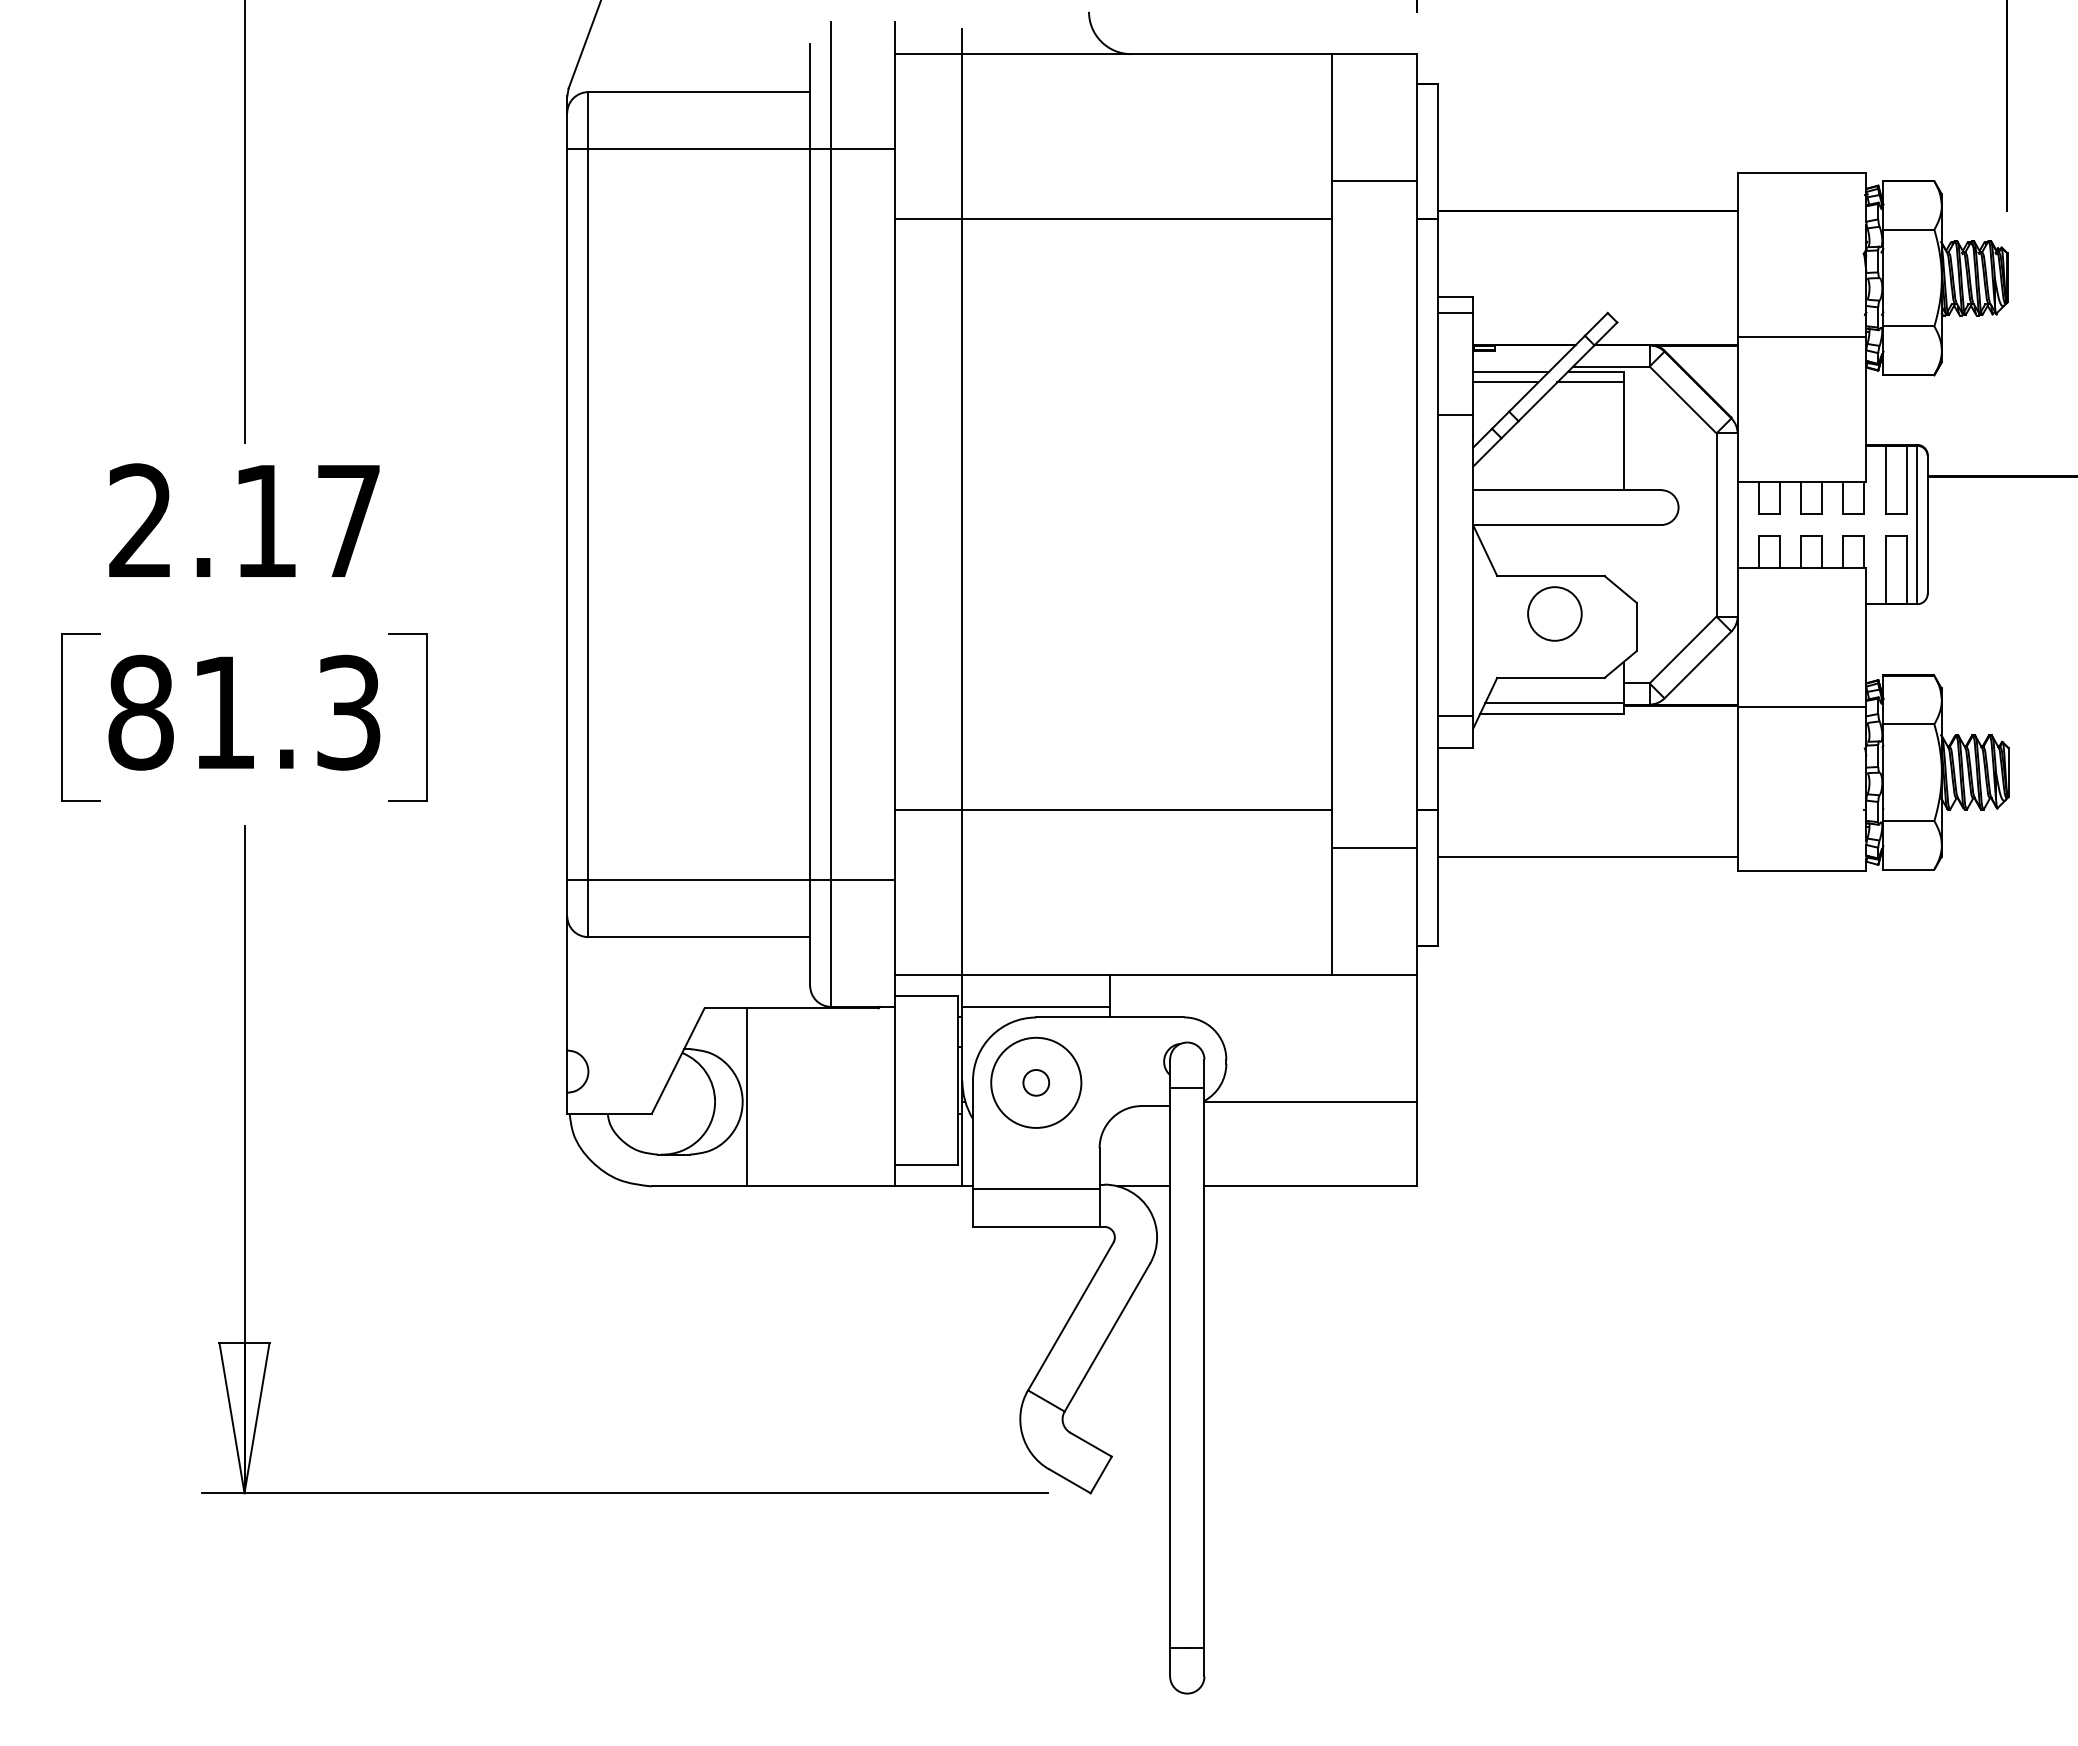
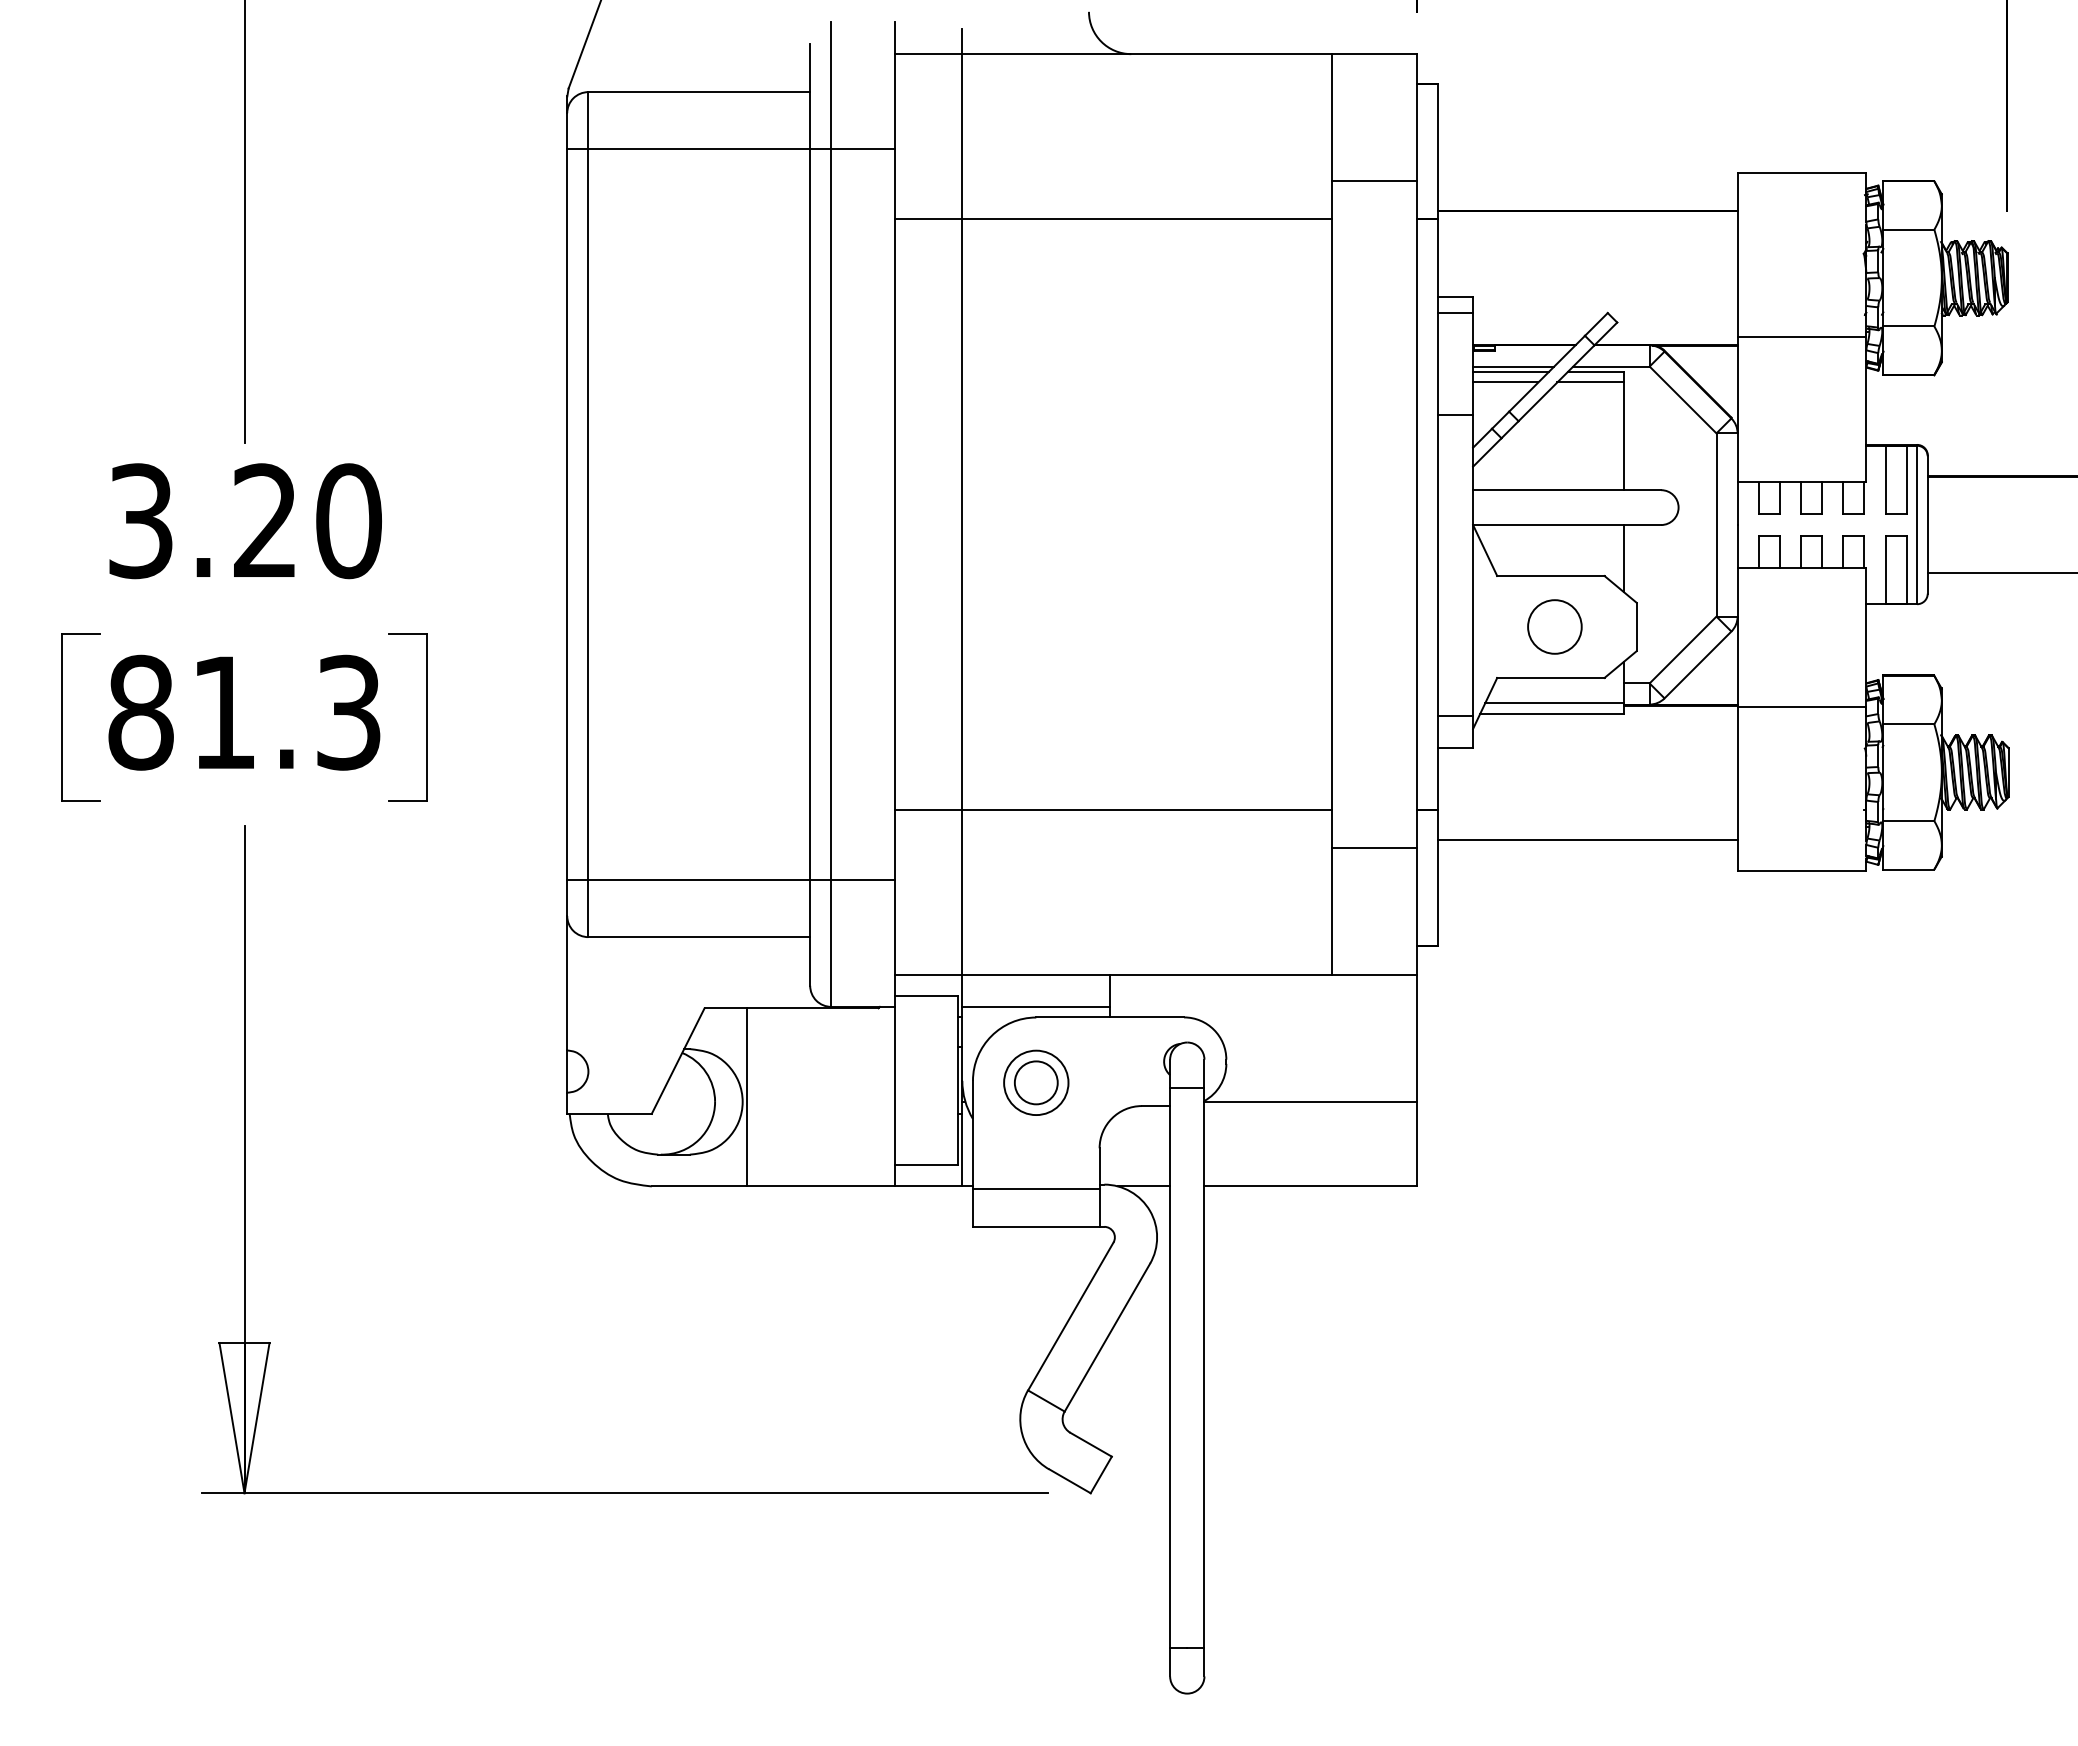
line at (1513, 366): none -> present
text at (245, 521): 2.17 -> 3.20
line at (1623, 558): none -> present
line at (2000, 573): none -> present
circle at (1554, 613) position: (1554, 613) -> (1554, 626)
line at (1587, 856) position: (1587, 856) -> (1587, 839)
circle at (1036, 1082) diameter: 26 px -> 43 px
circle at (1036, 1082) diameter: 90 px -> 64 px
